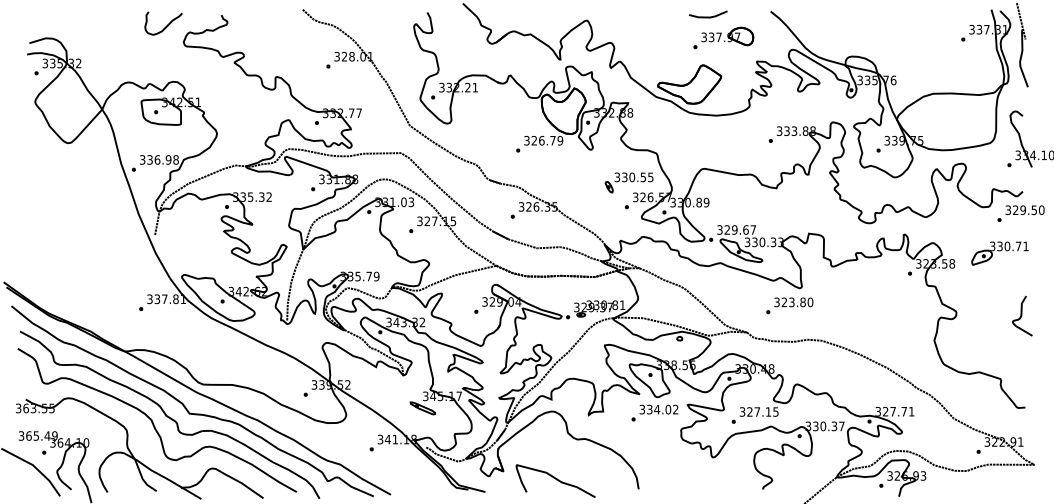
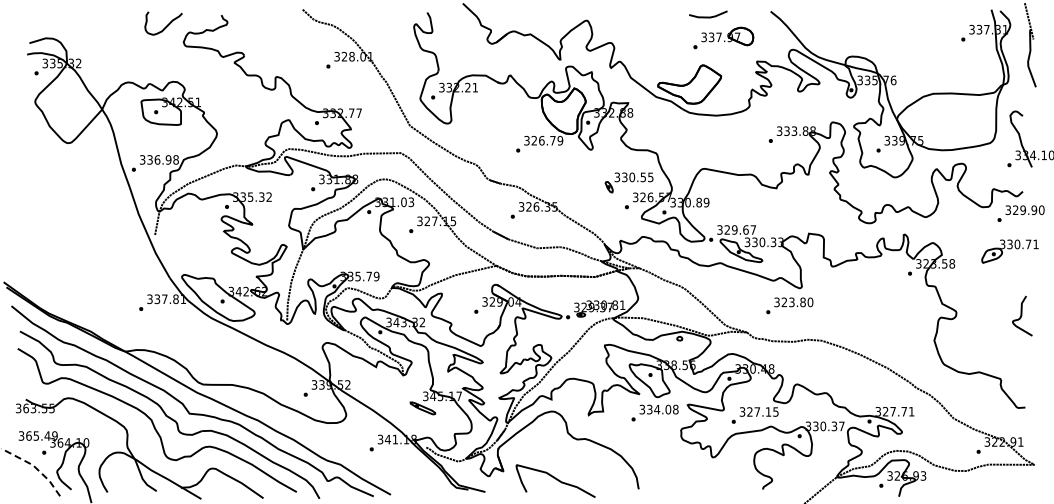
part at (1022, 45) position: (1022, 45) -> (1030, 45)
text at (1034, 209): 329.50 -> 329.90
part at (999, 253) position: (999, 253) -> (1009, 251)
text at (675, 409): 334.02 -> 334.08
line at (35, 467): solid -> dashed
